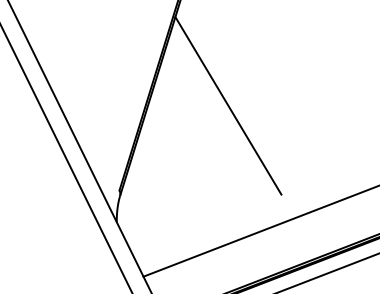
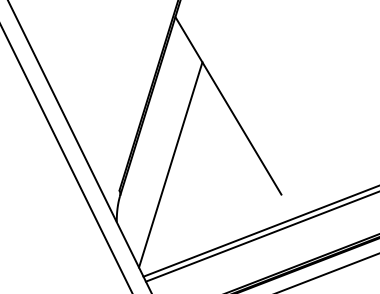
line at (170, 164): none -> present
line at (260, 236): none -> present
